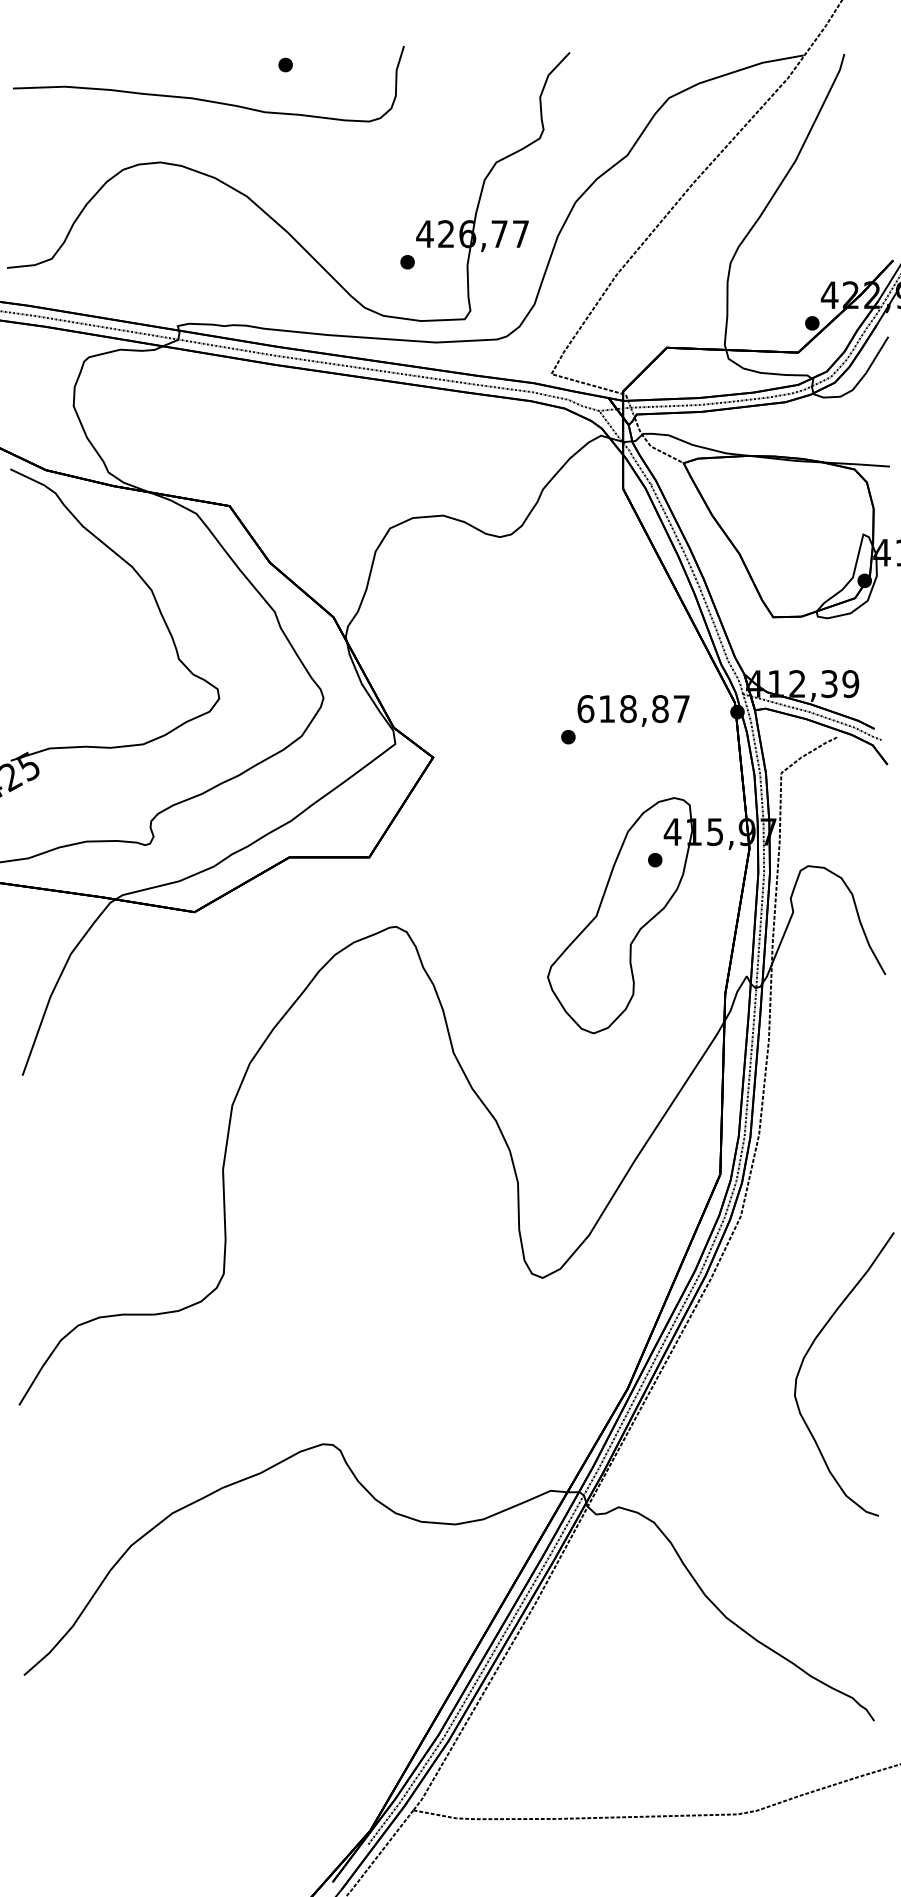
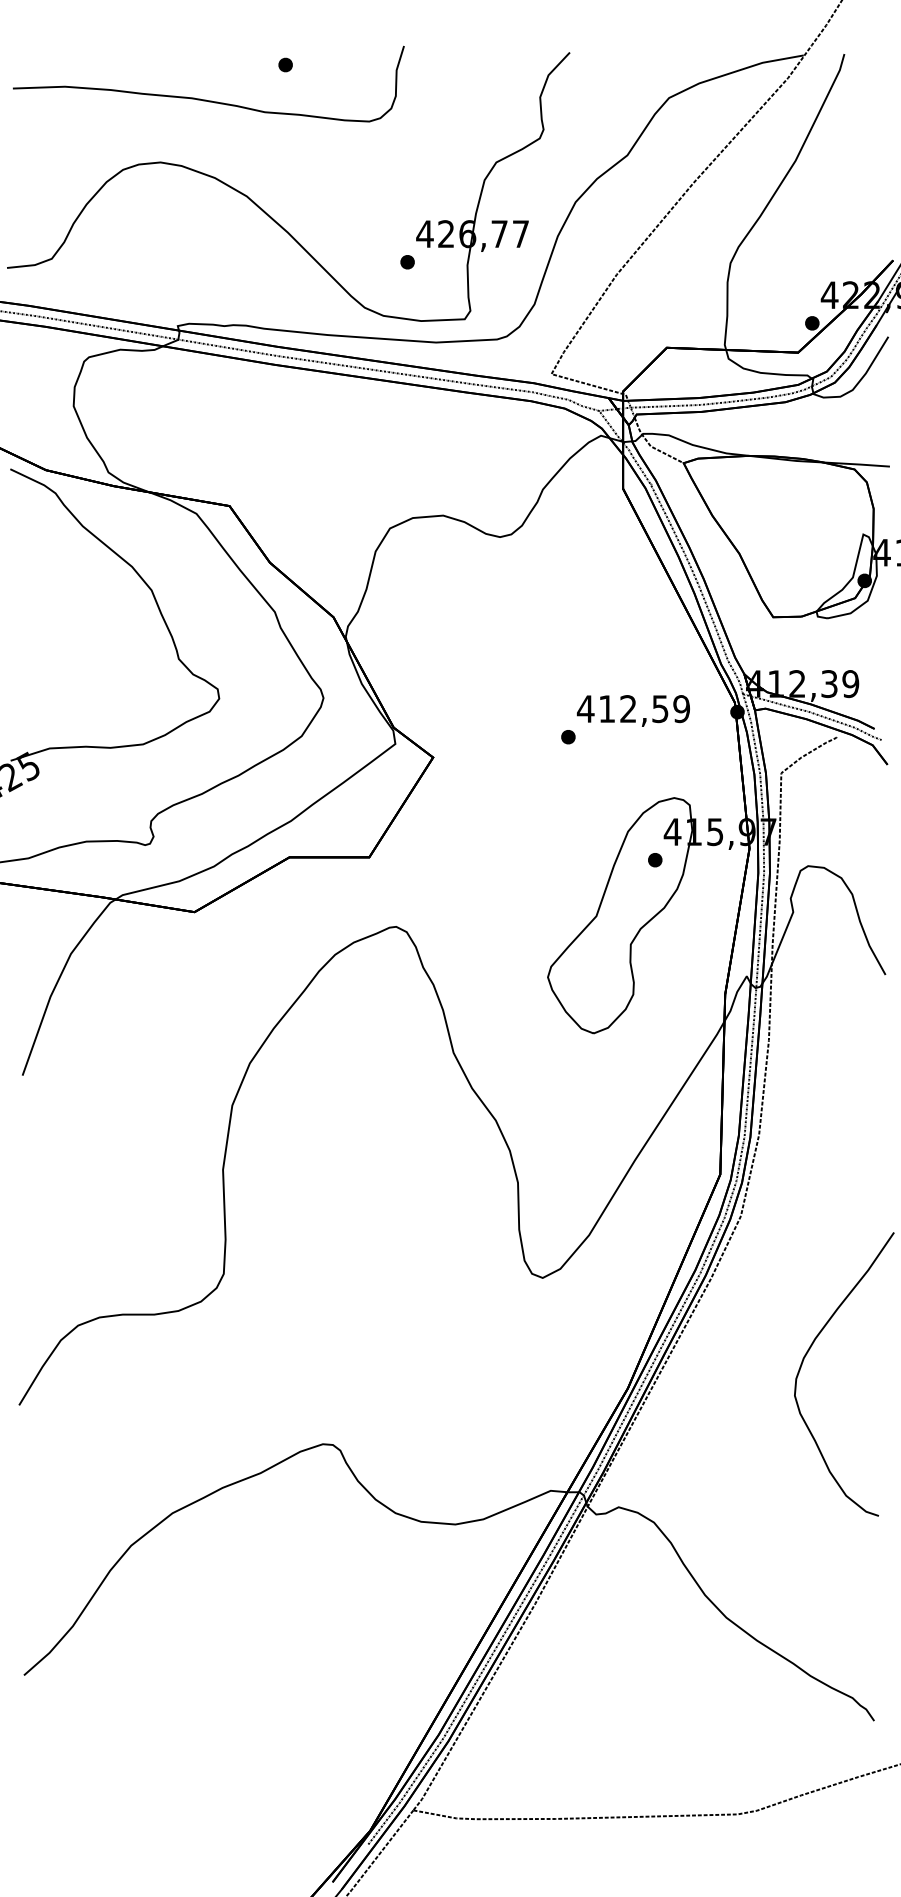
text at (632, 709): 618,87 -> 412,59
